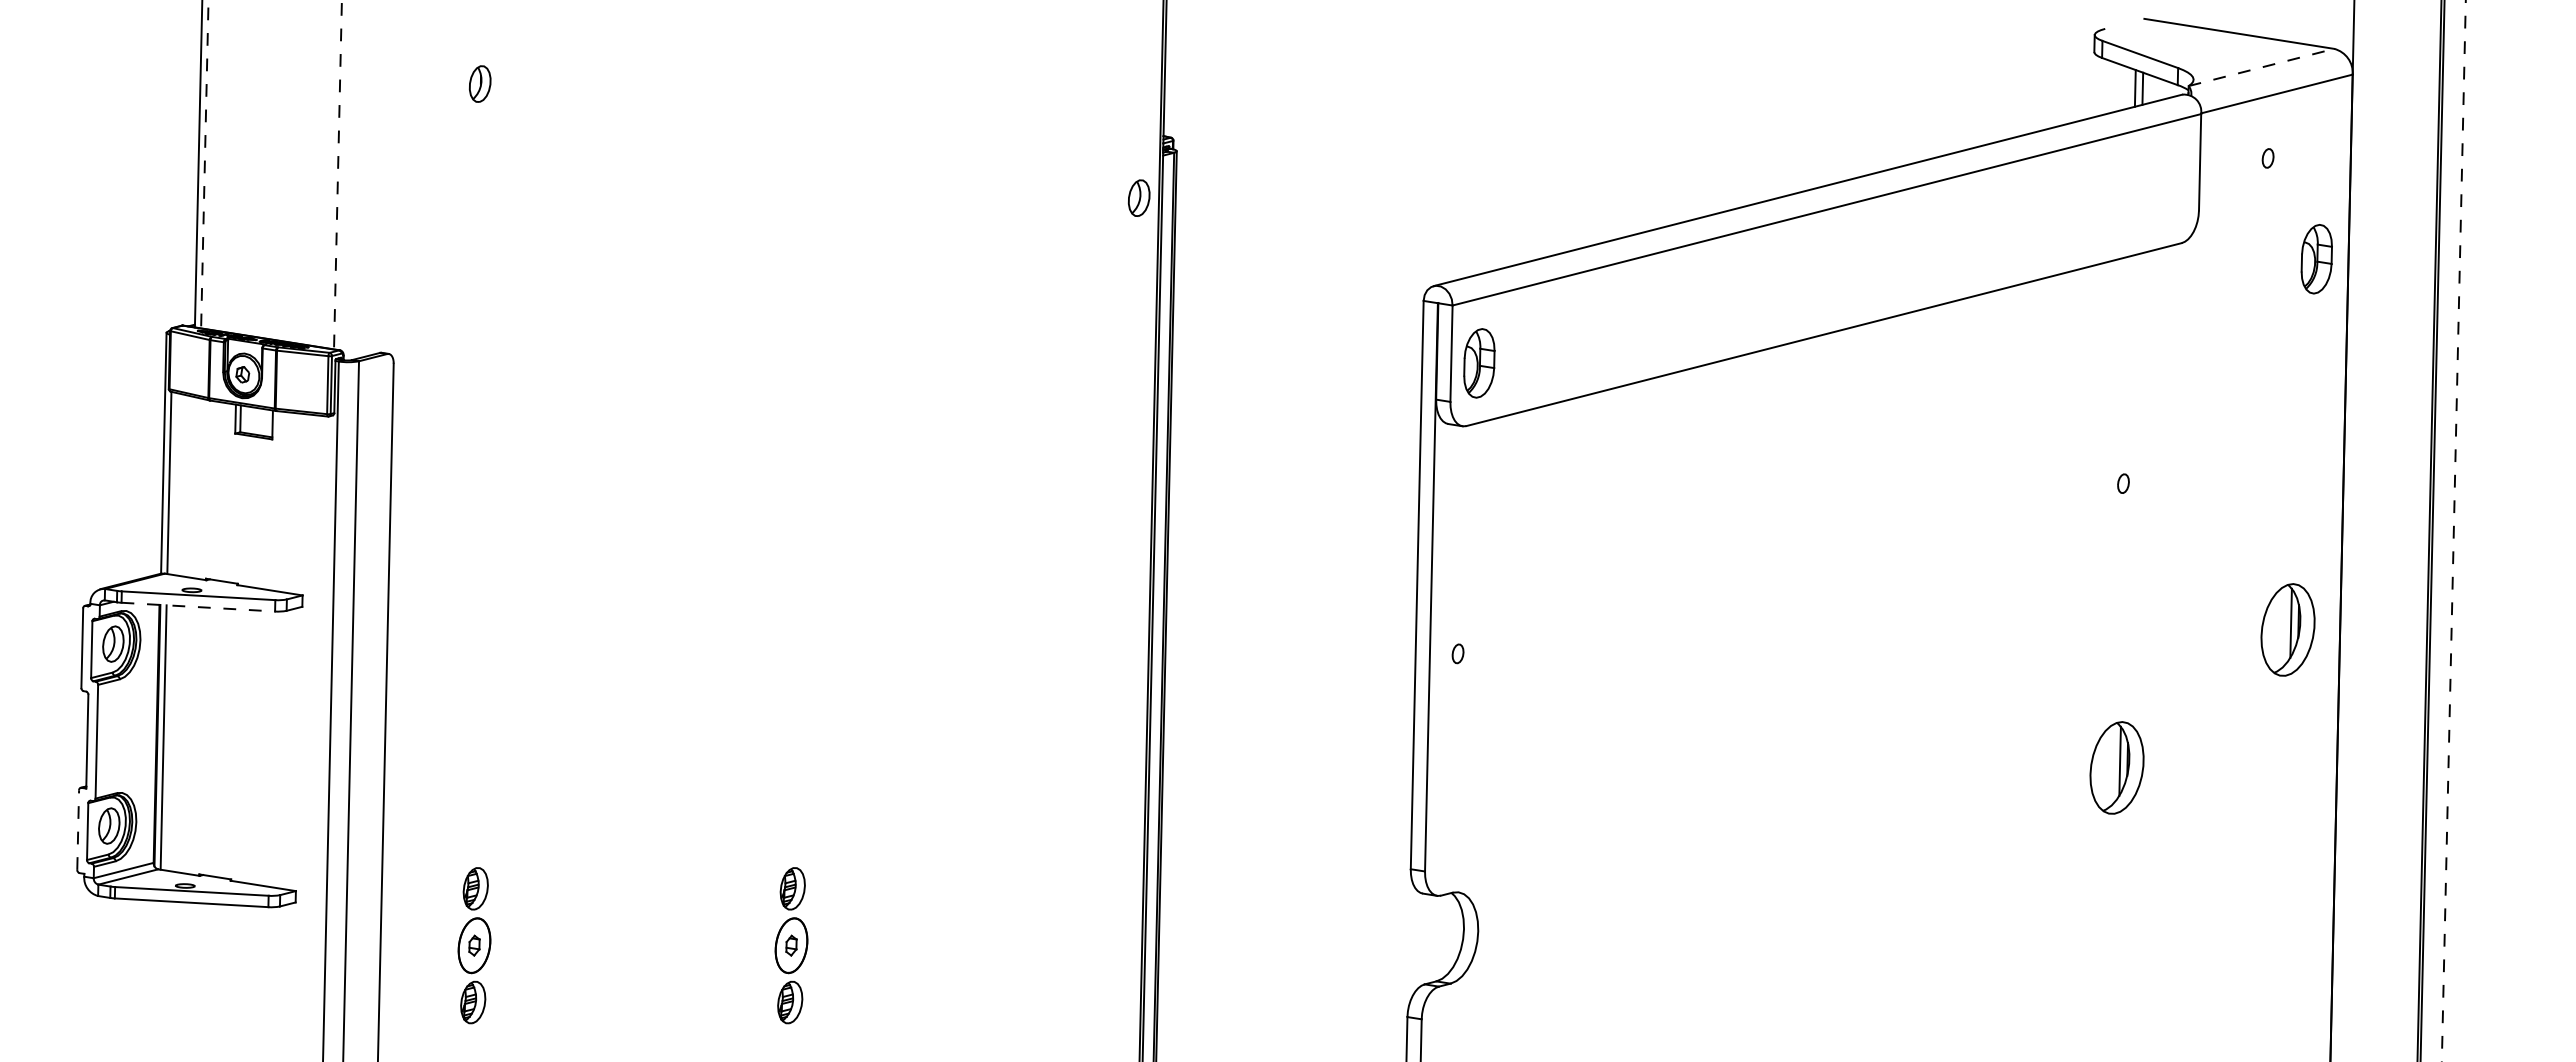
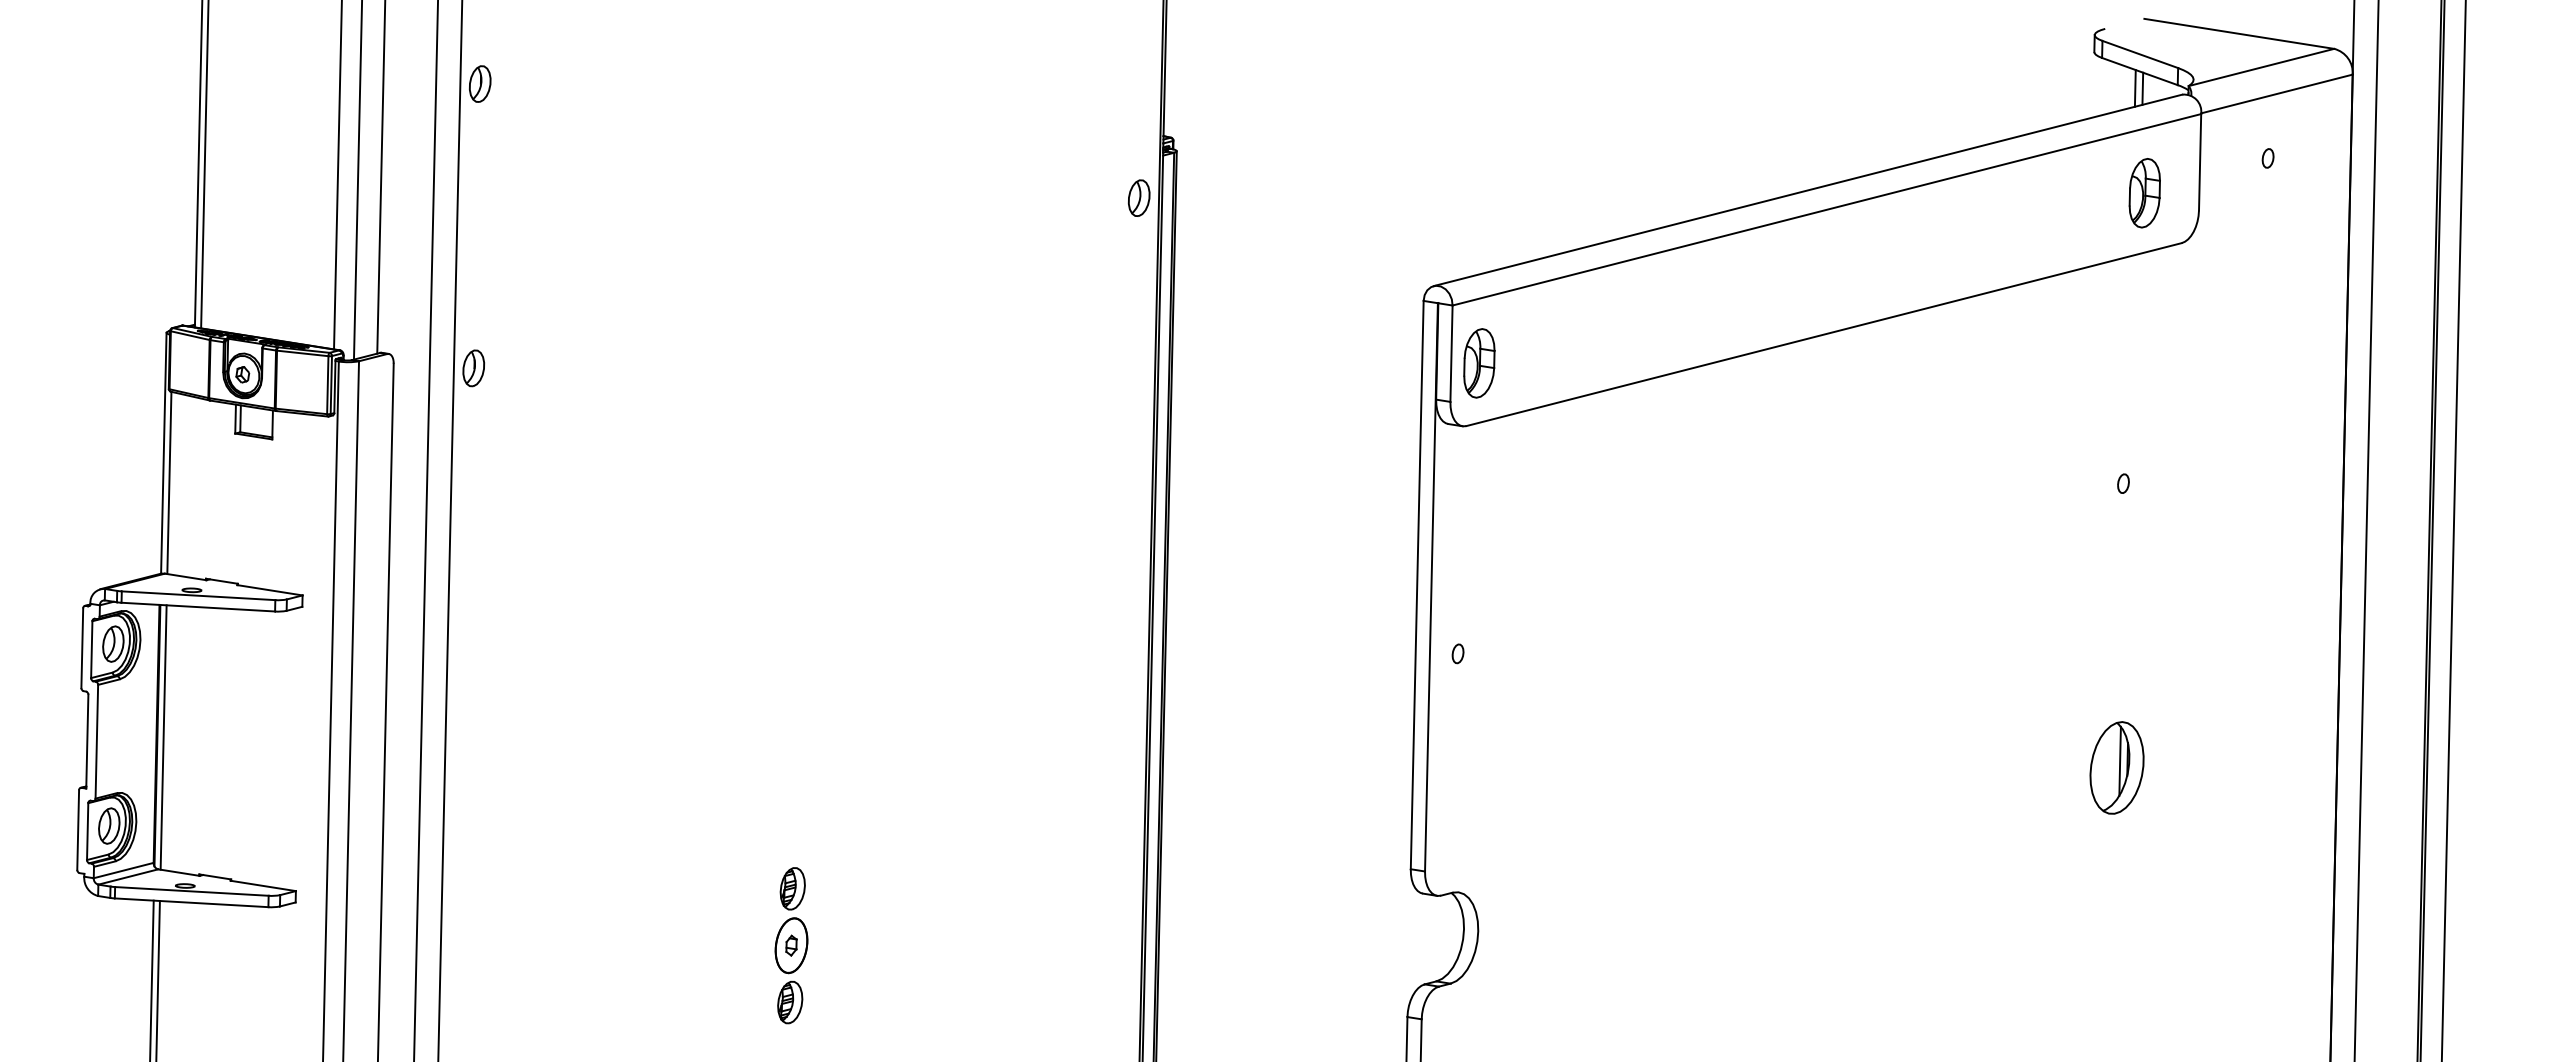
line at (2261, 67): dashed -> solid
line at (204, 164): dashed -> solid
line at (337, 175): dashed -> solid
line at (381, 177): none -> present
line at (357, 180): none -> present
part at (2316, 259) position: (2316, 259) -> (2144, 193)
part at (473, 368): none -> present
line at (425, 530): none -> present
line at (450, 530): none -> present
line at (2366, 530): none -> present
line at (2453, 531): dashed -> solid
line at (198, 607): dashed -> solid
part at (2287, 629): present -> none
line at (78, 830): dashed -> solid
part at (474, 945): present -> none
line at (151, 979): none -> present
line at (157, 979): none -> present
